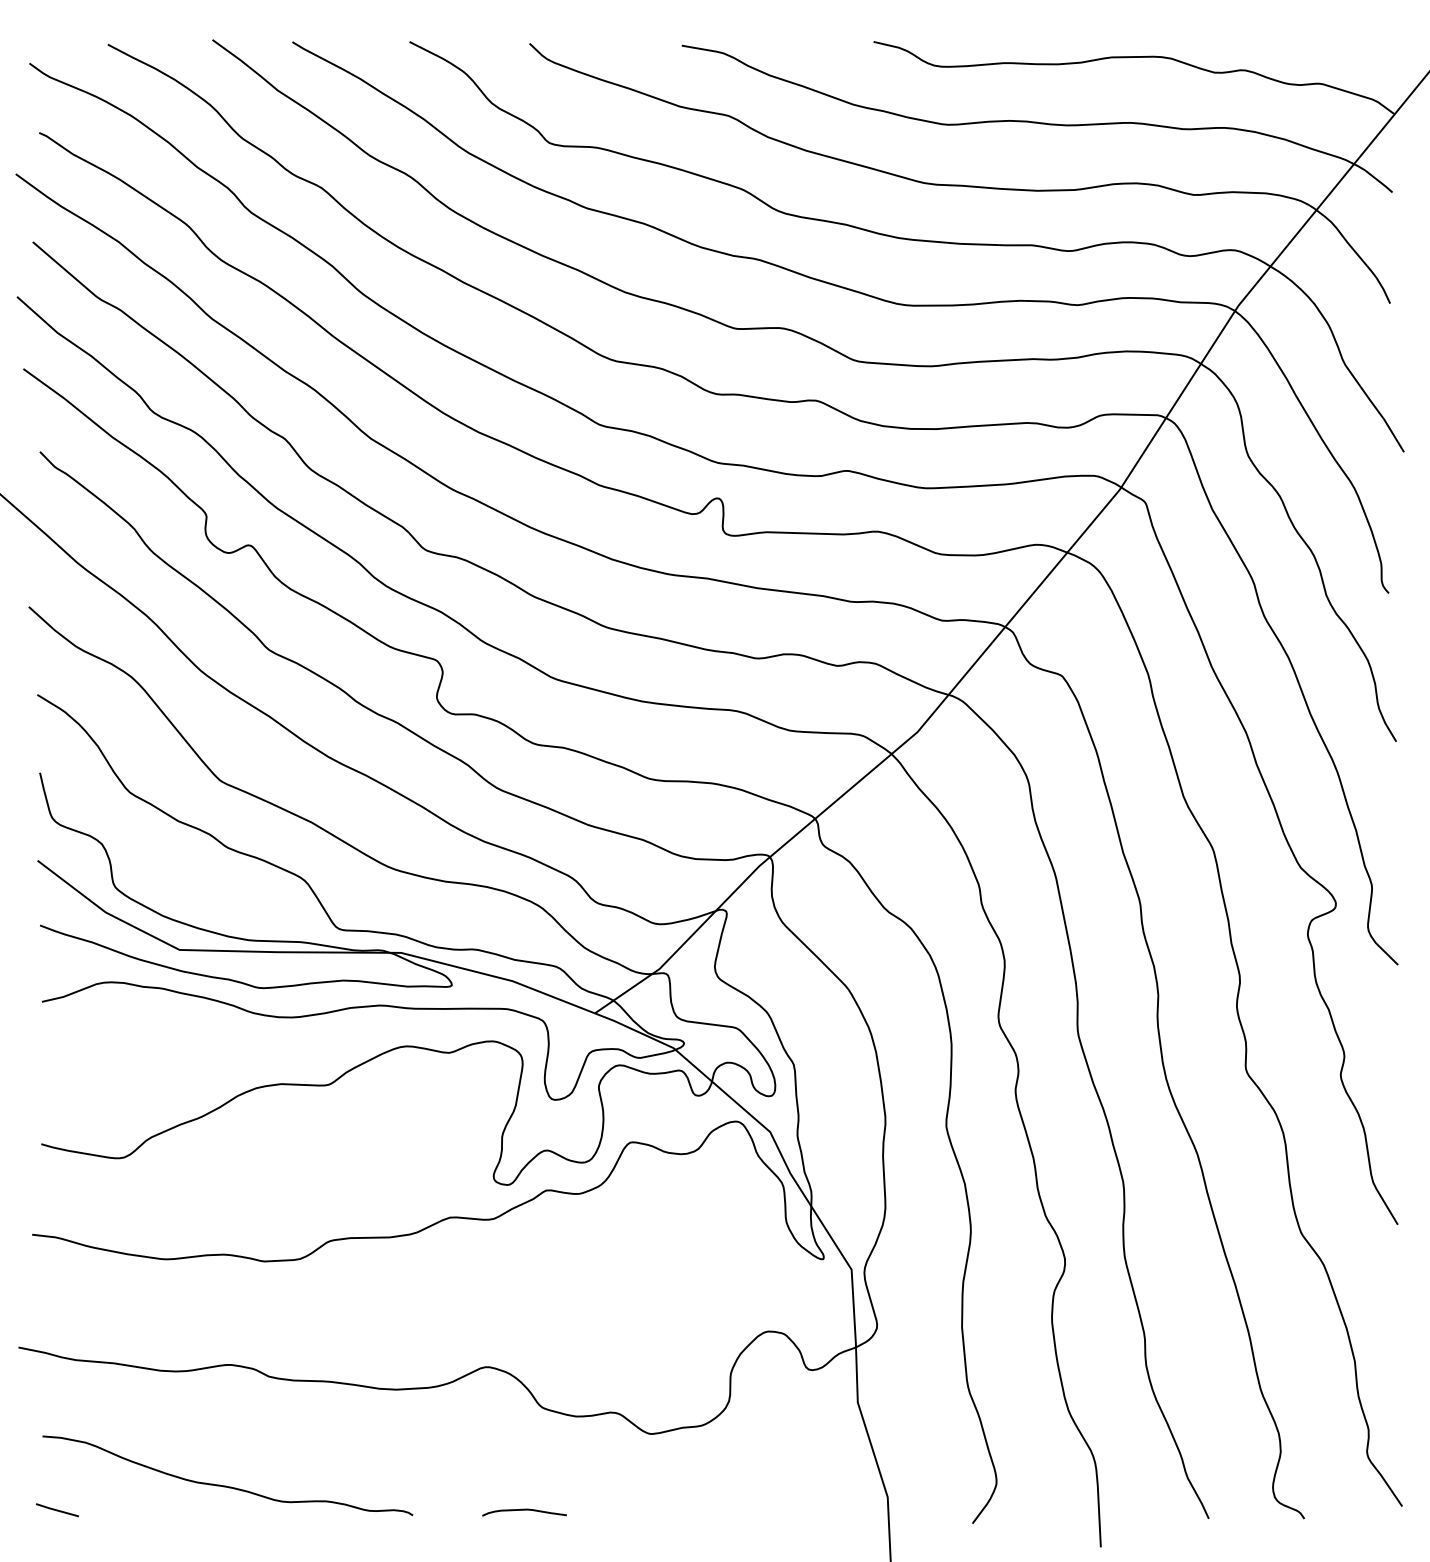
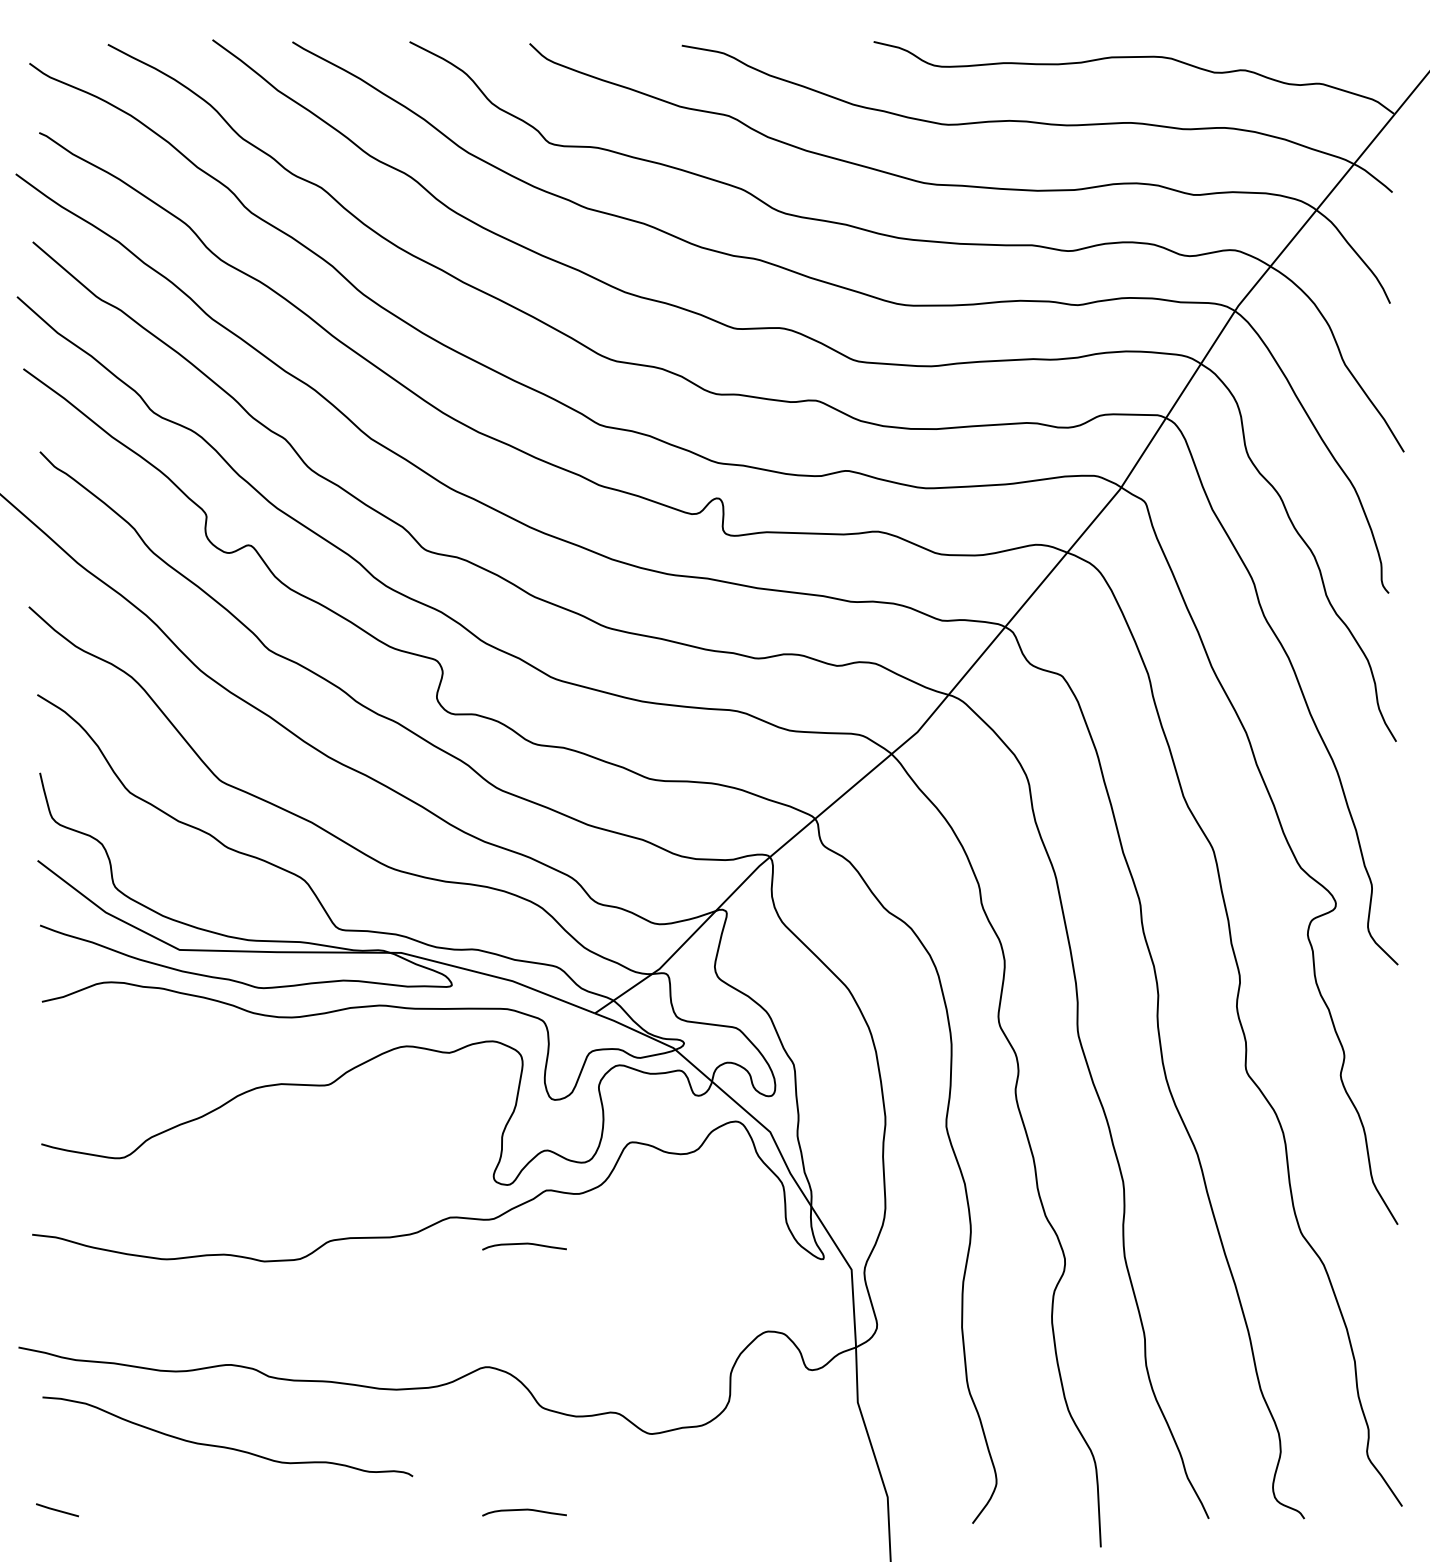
curve at (524, 1244): none -> present
curve at (226, 1485) position: (226, 1485) -> (226, 1446)
